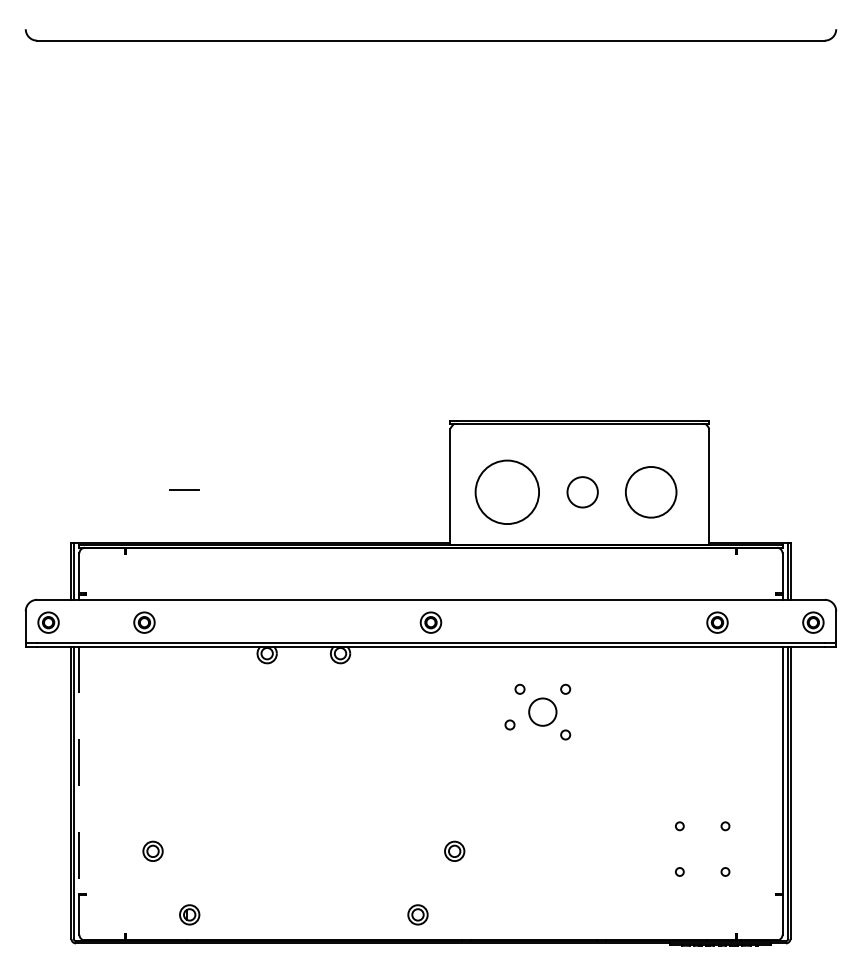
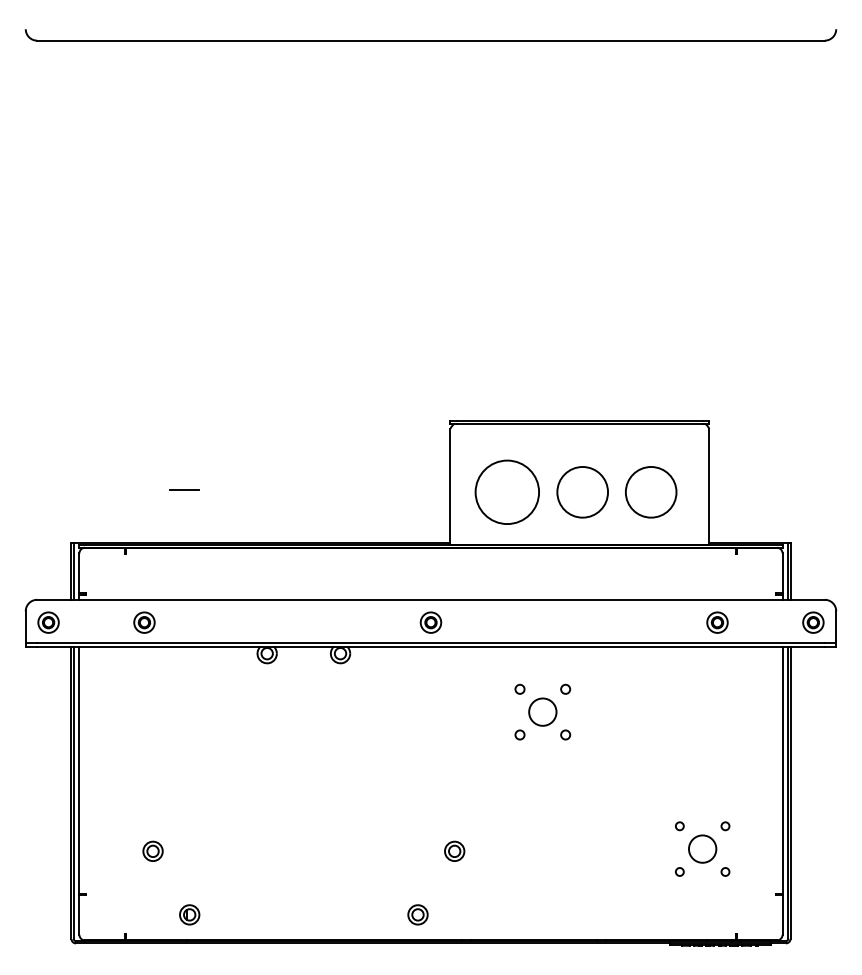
circle at (582, 492) diameter: 30 px -> 51 px
circle at (509, 724) position: (509, 724) -> (519, 734)
line at (79, 770): dashed -> solid
circle at (702, 848): none -> present
